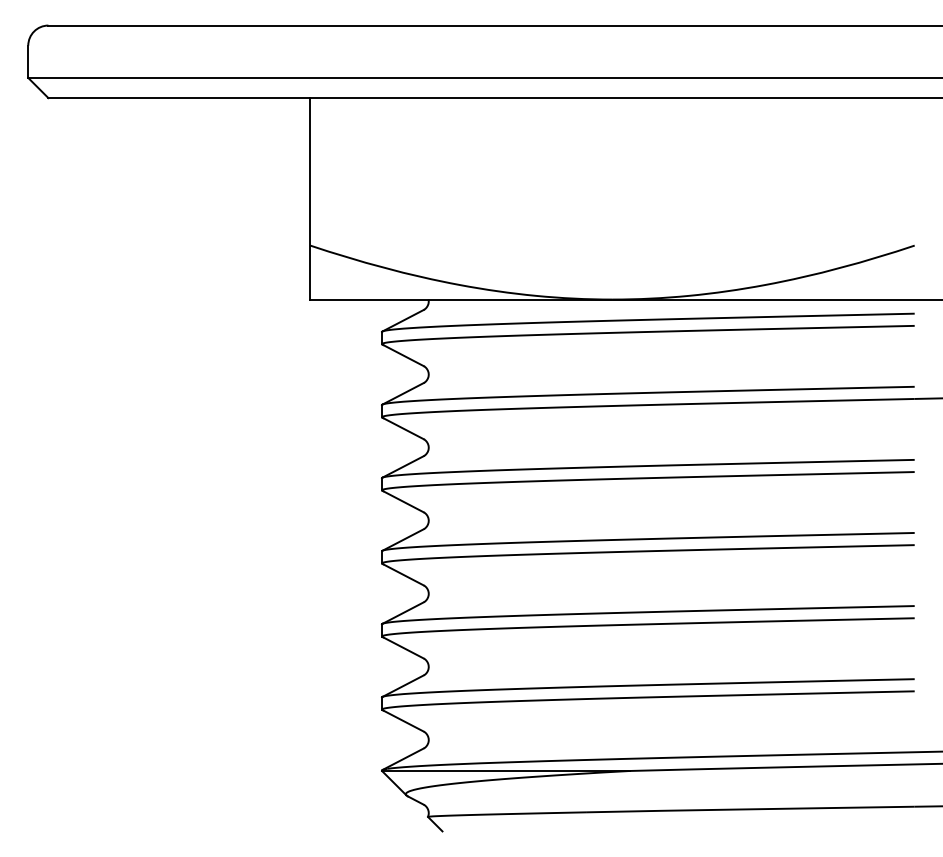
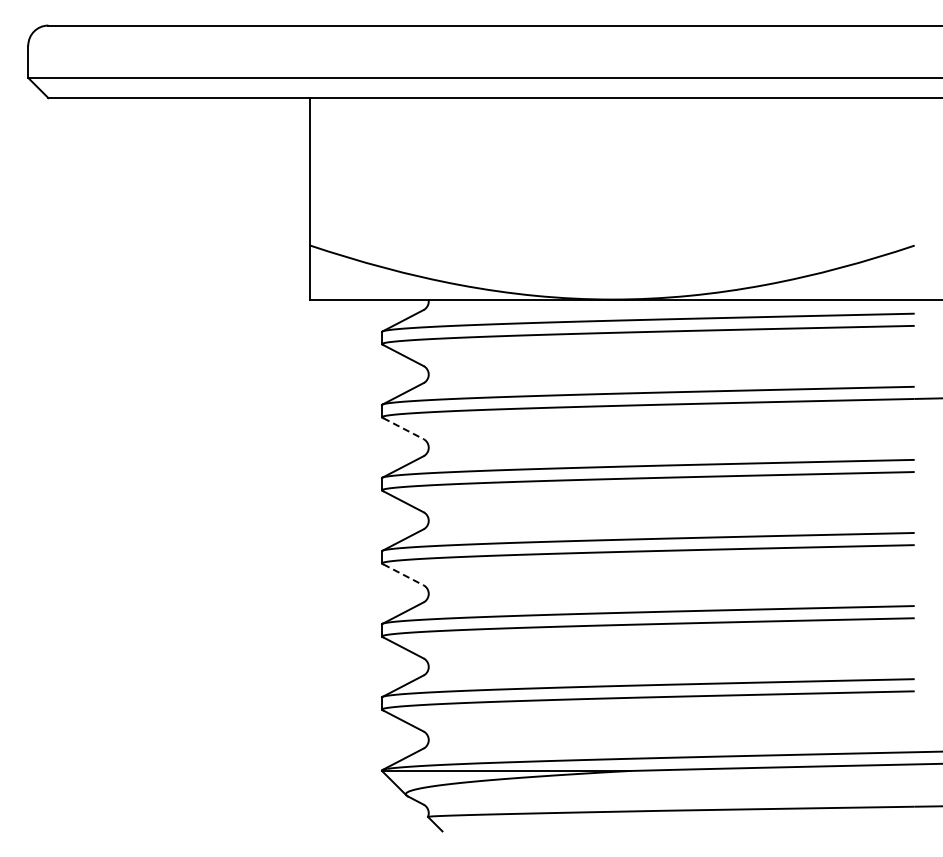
line at (403, 428): solid -> dashed
line at (403, 574): solid -> dashed
